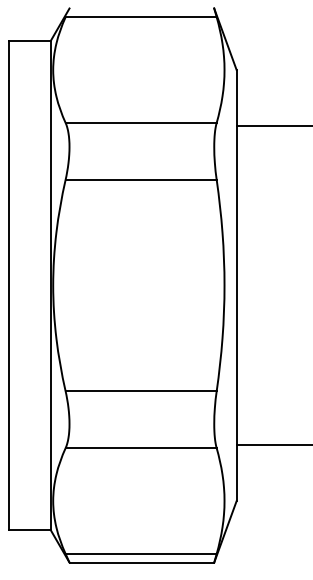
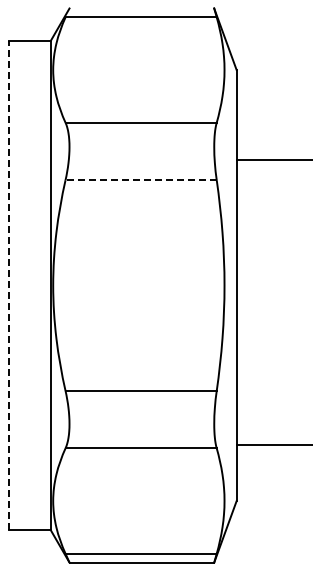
line at (272, 126) position: (272, 126) -> (272, 160)
line at (141, 180): solid -> dashed
line at (9, 285): solid -> dashed
